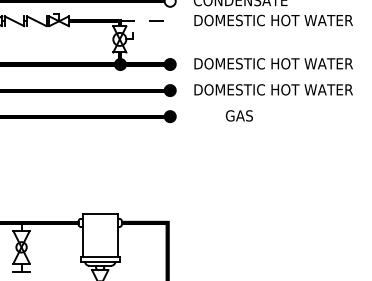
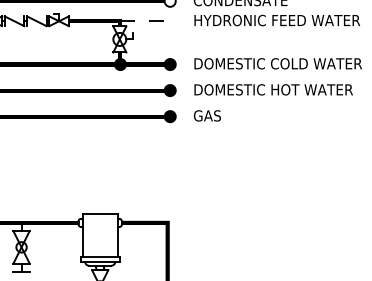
text at (277, 20): DOMESTIC HOT WATER -> HYDRONIC FEED WATER
text at (316, 63): DOMESTIC HOT WATER -> DOMESTIC COLD WATER
text at (238, 115) position: (238, 115) -> (206, 115)
